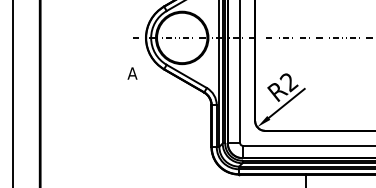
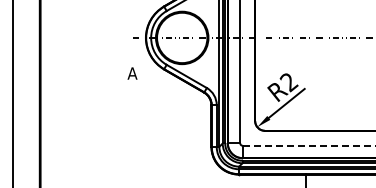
line at (309, 145): solid -> dashed
